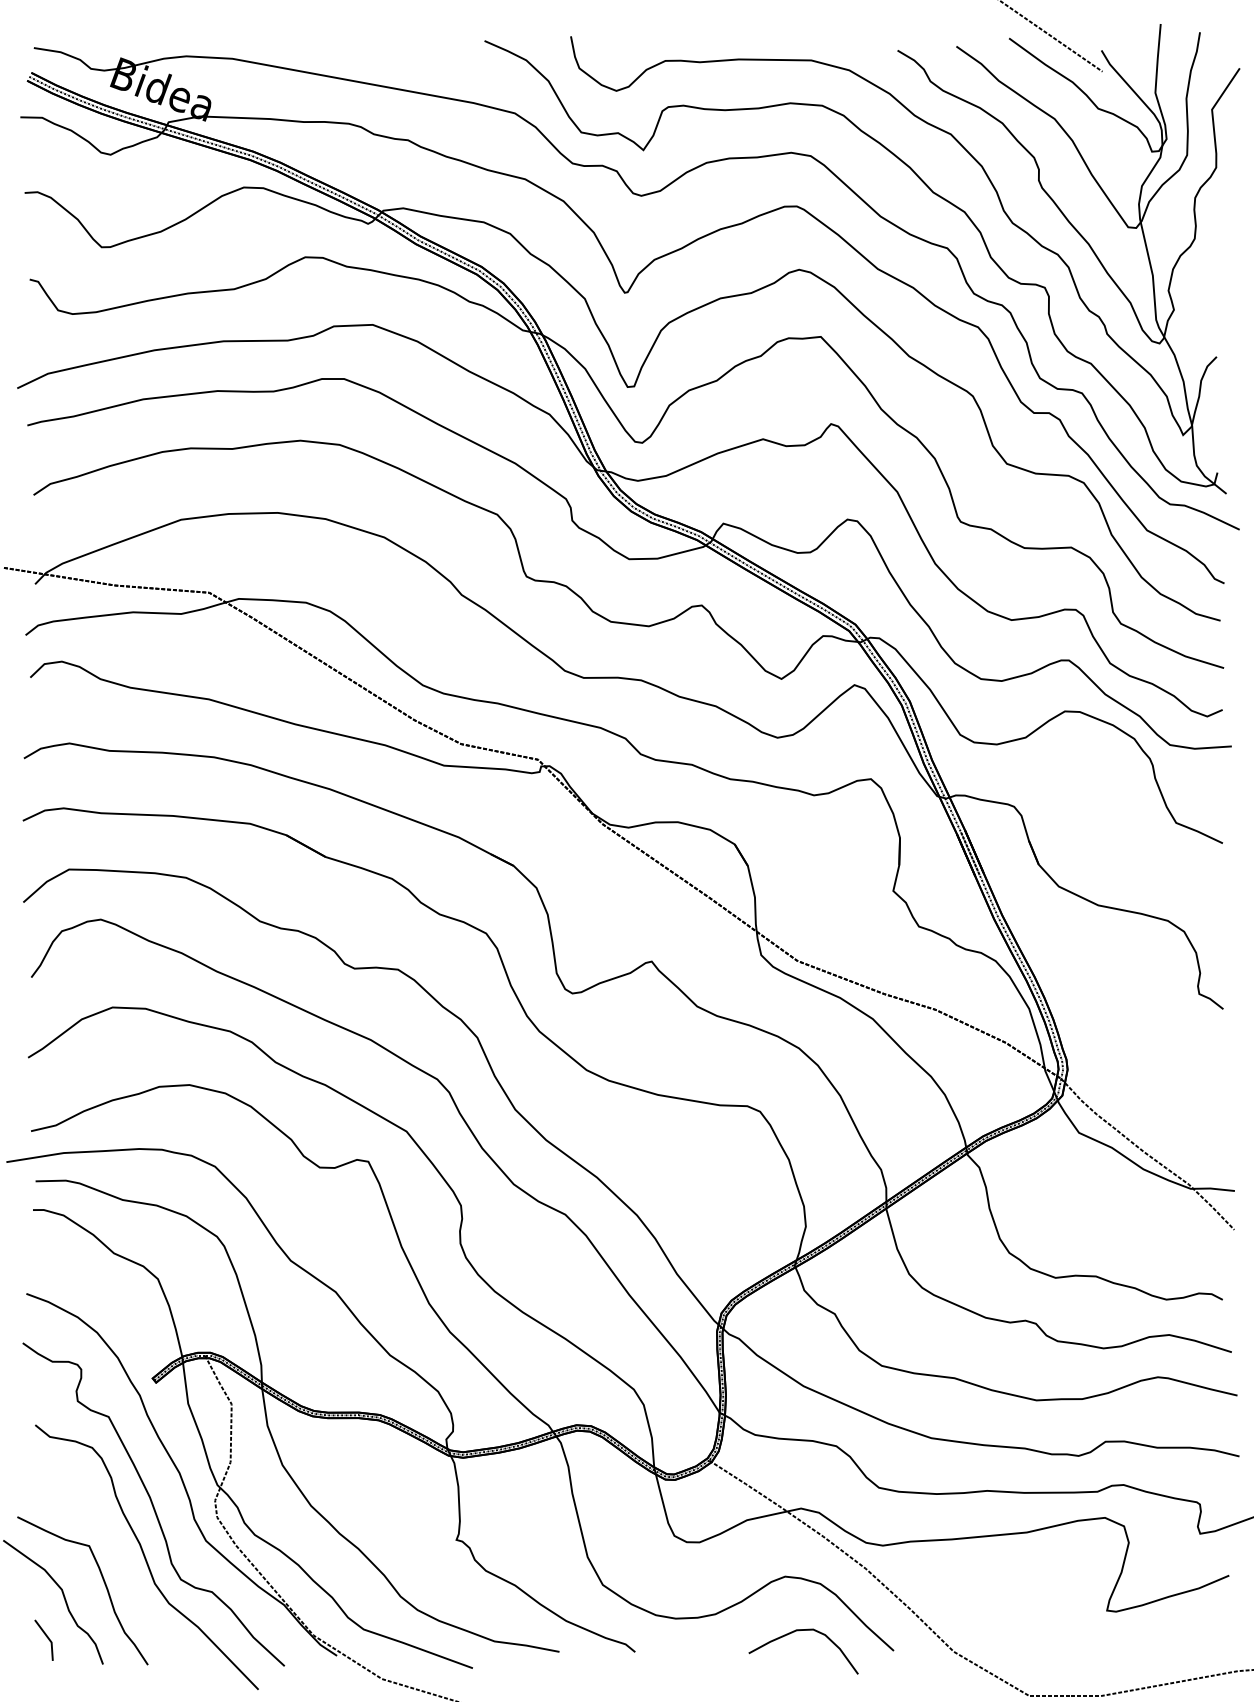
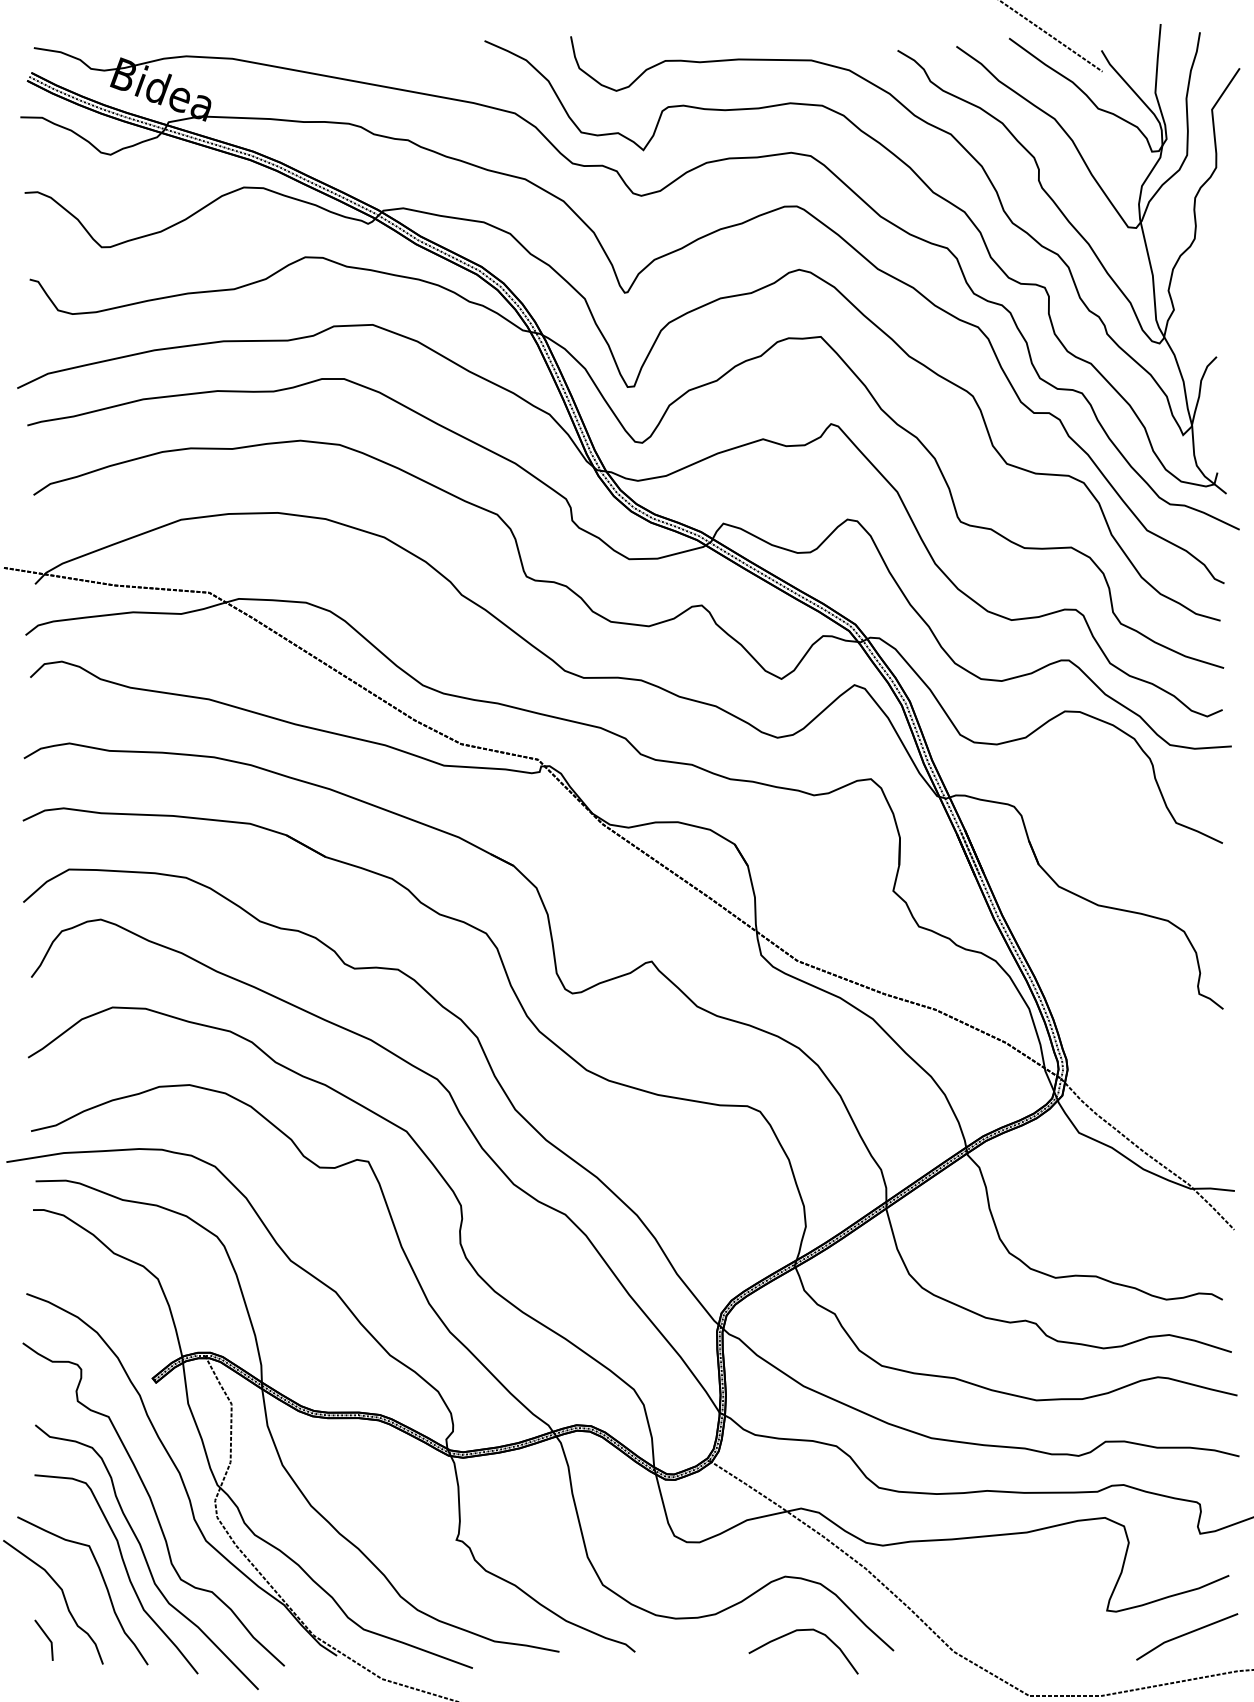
part at (125, 1570): none -> present
line at (1187, 1634): none -> present
